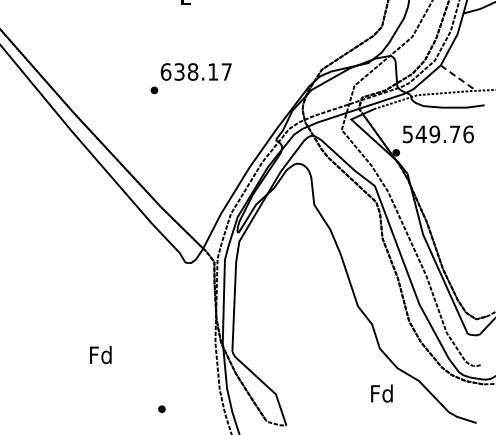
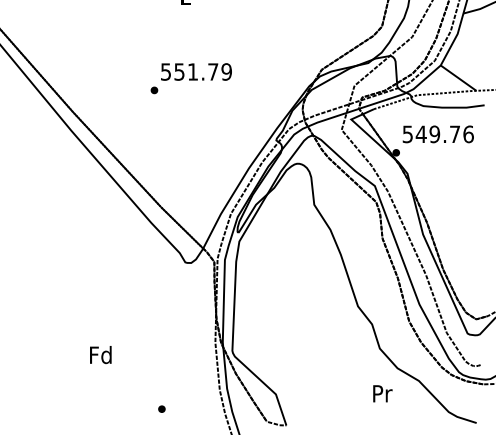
text at (195, 71): 638.17 -> 551.79
line at (458, 78): dashed -> solid
text at (381, 393): Fd -> Pr
